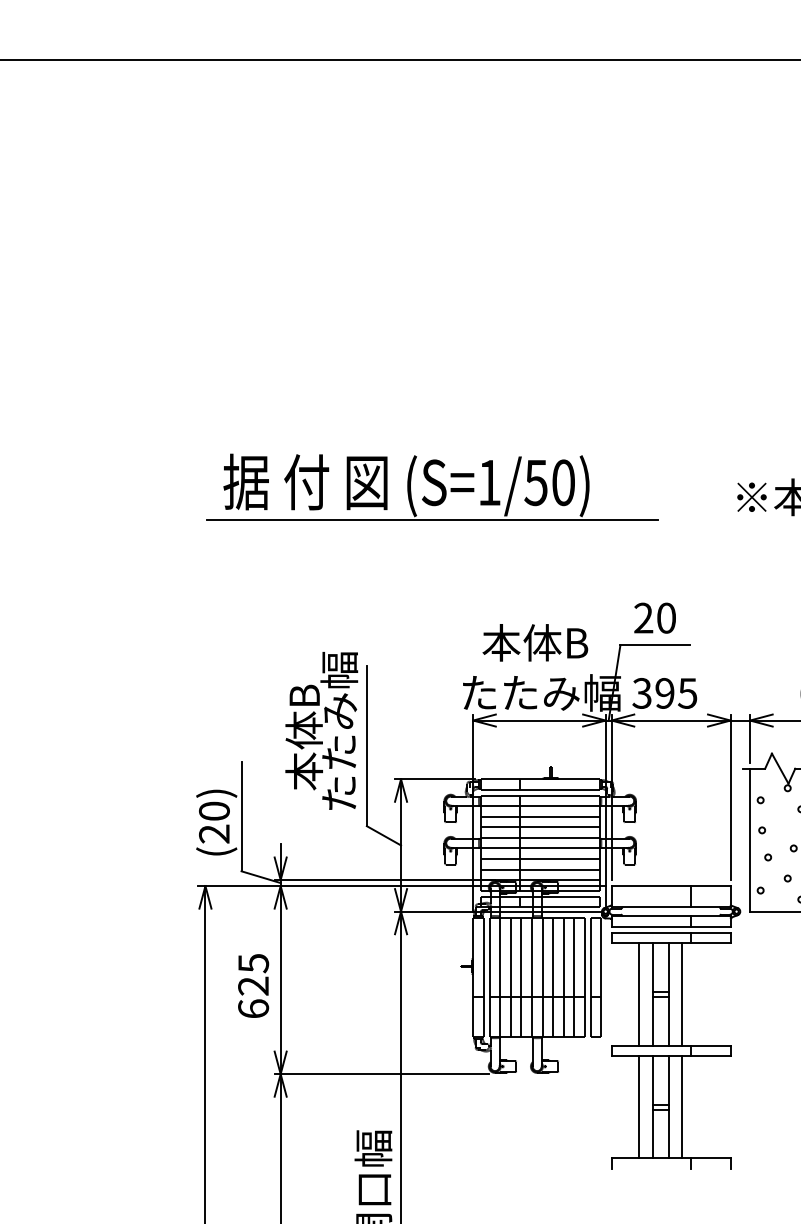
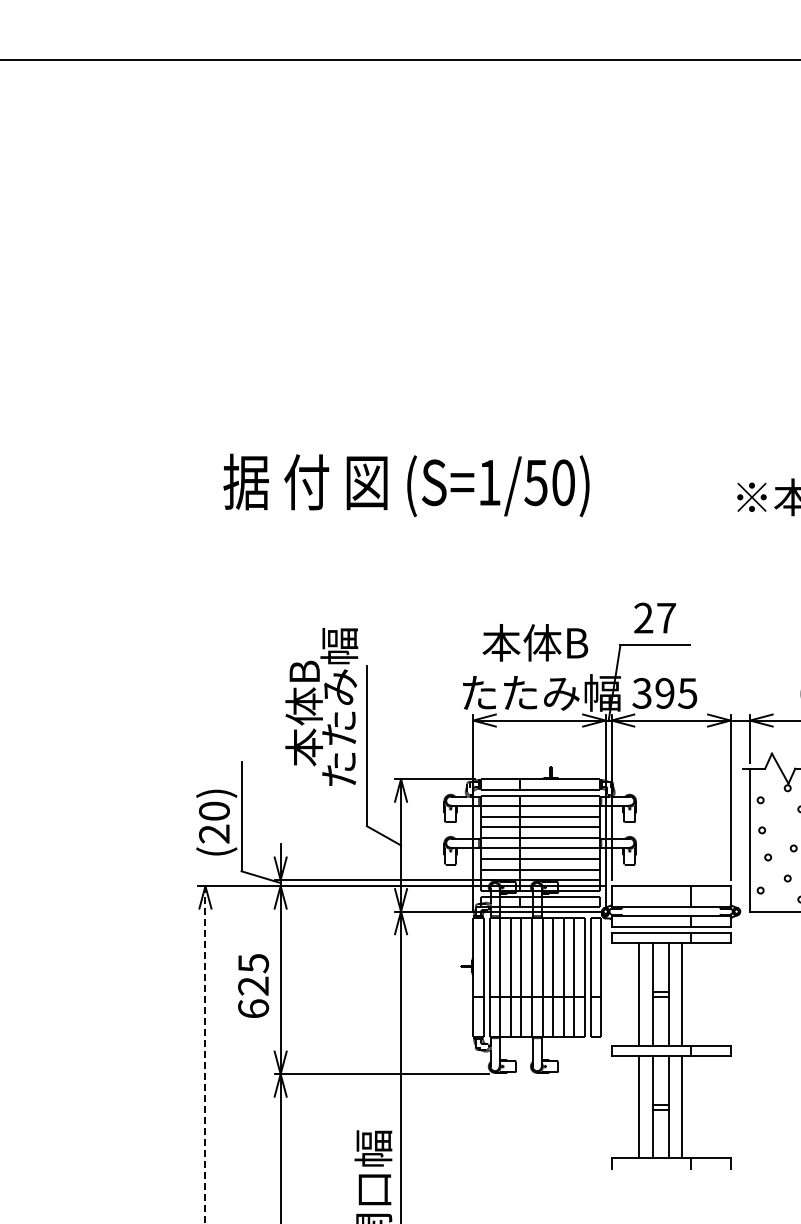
line at (432, 520): present -> none
text at (666, 617): 20 -> 27
text at (321, 730) position: (321, 730) -> (321, 706)
line at (205, 1054): solid -> dashed
